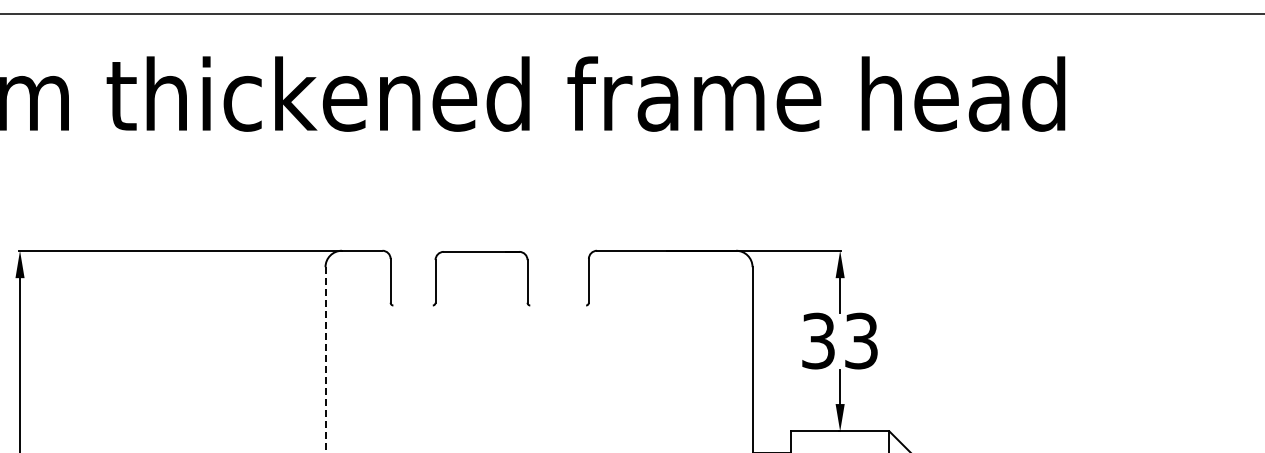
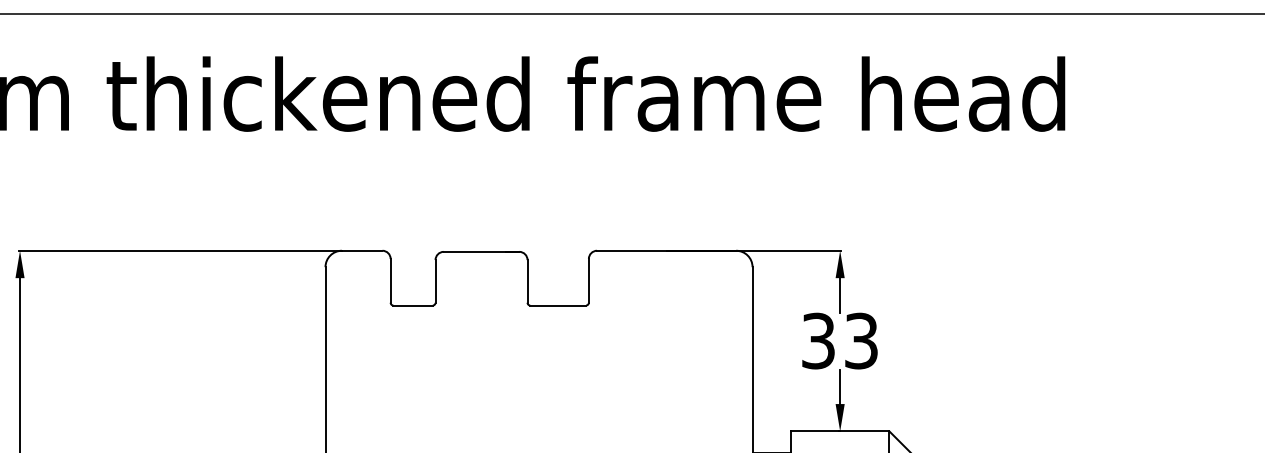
line at (412, 305): none -> present
line at (558, 305): none -> present
line at (325, 360): dashed -> solid
